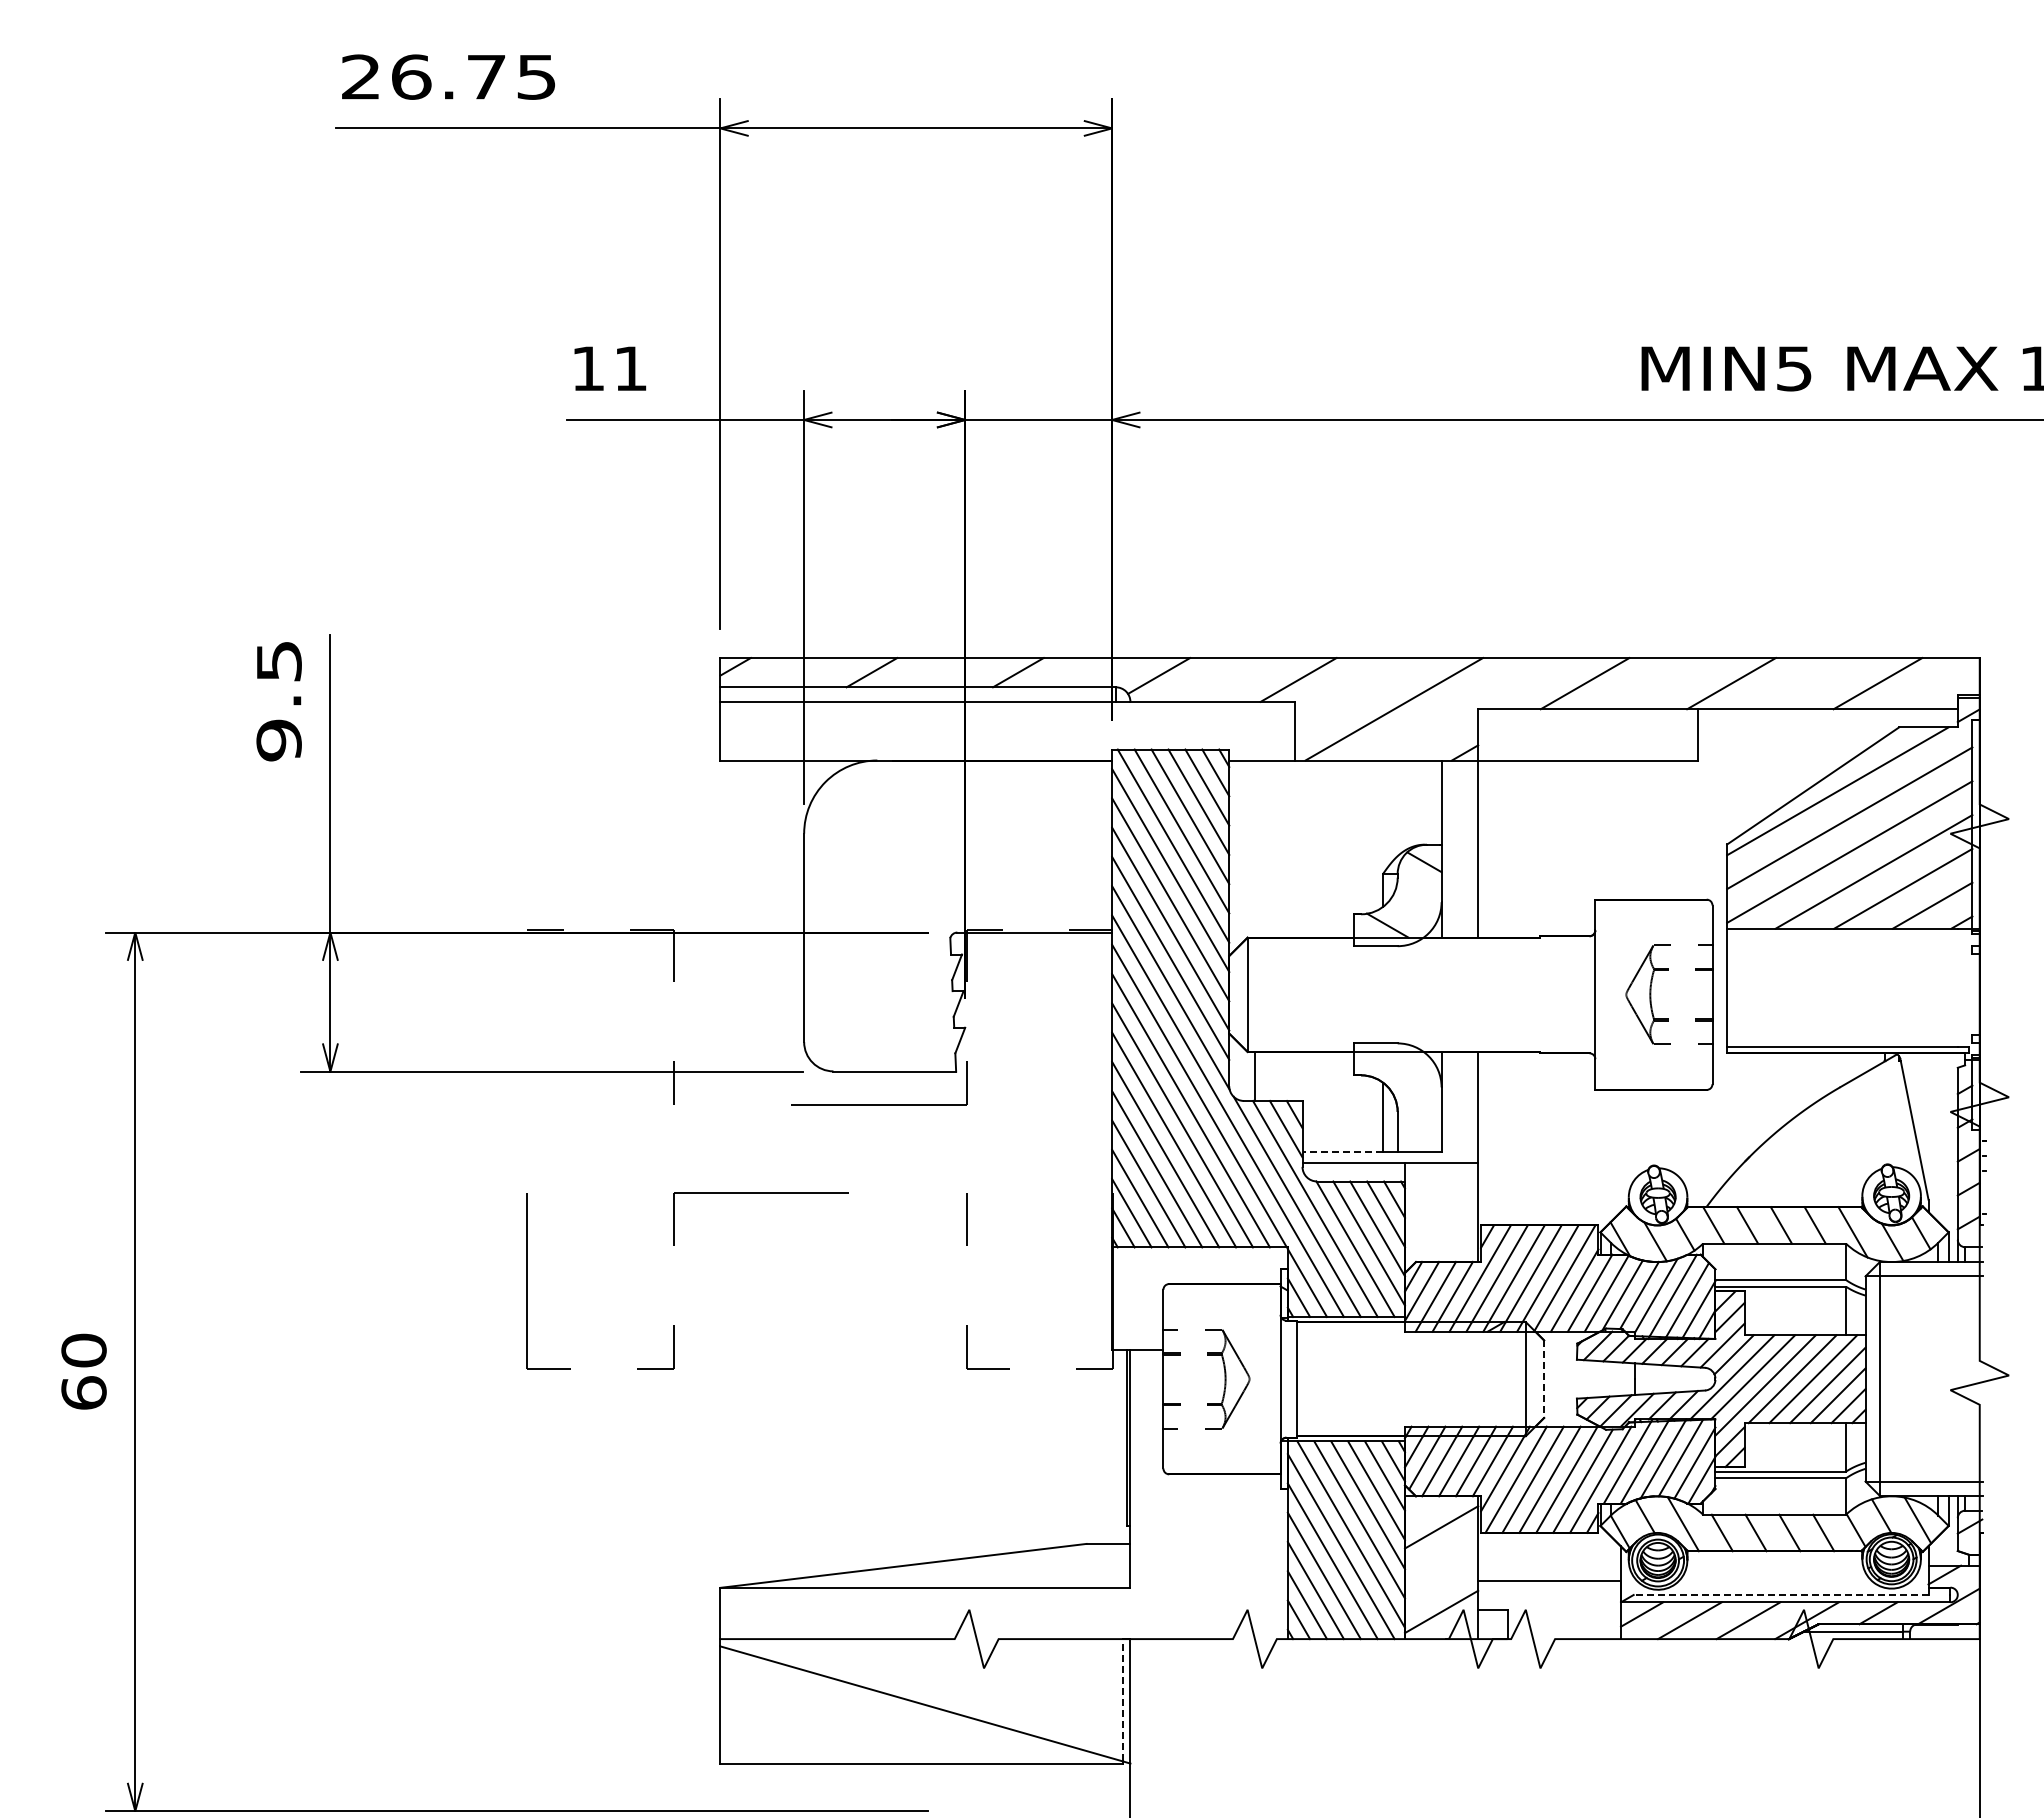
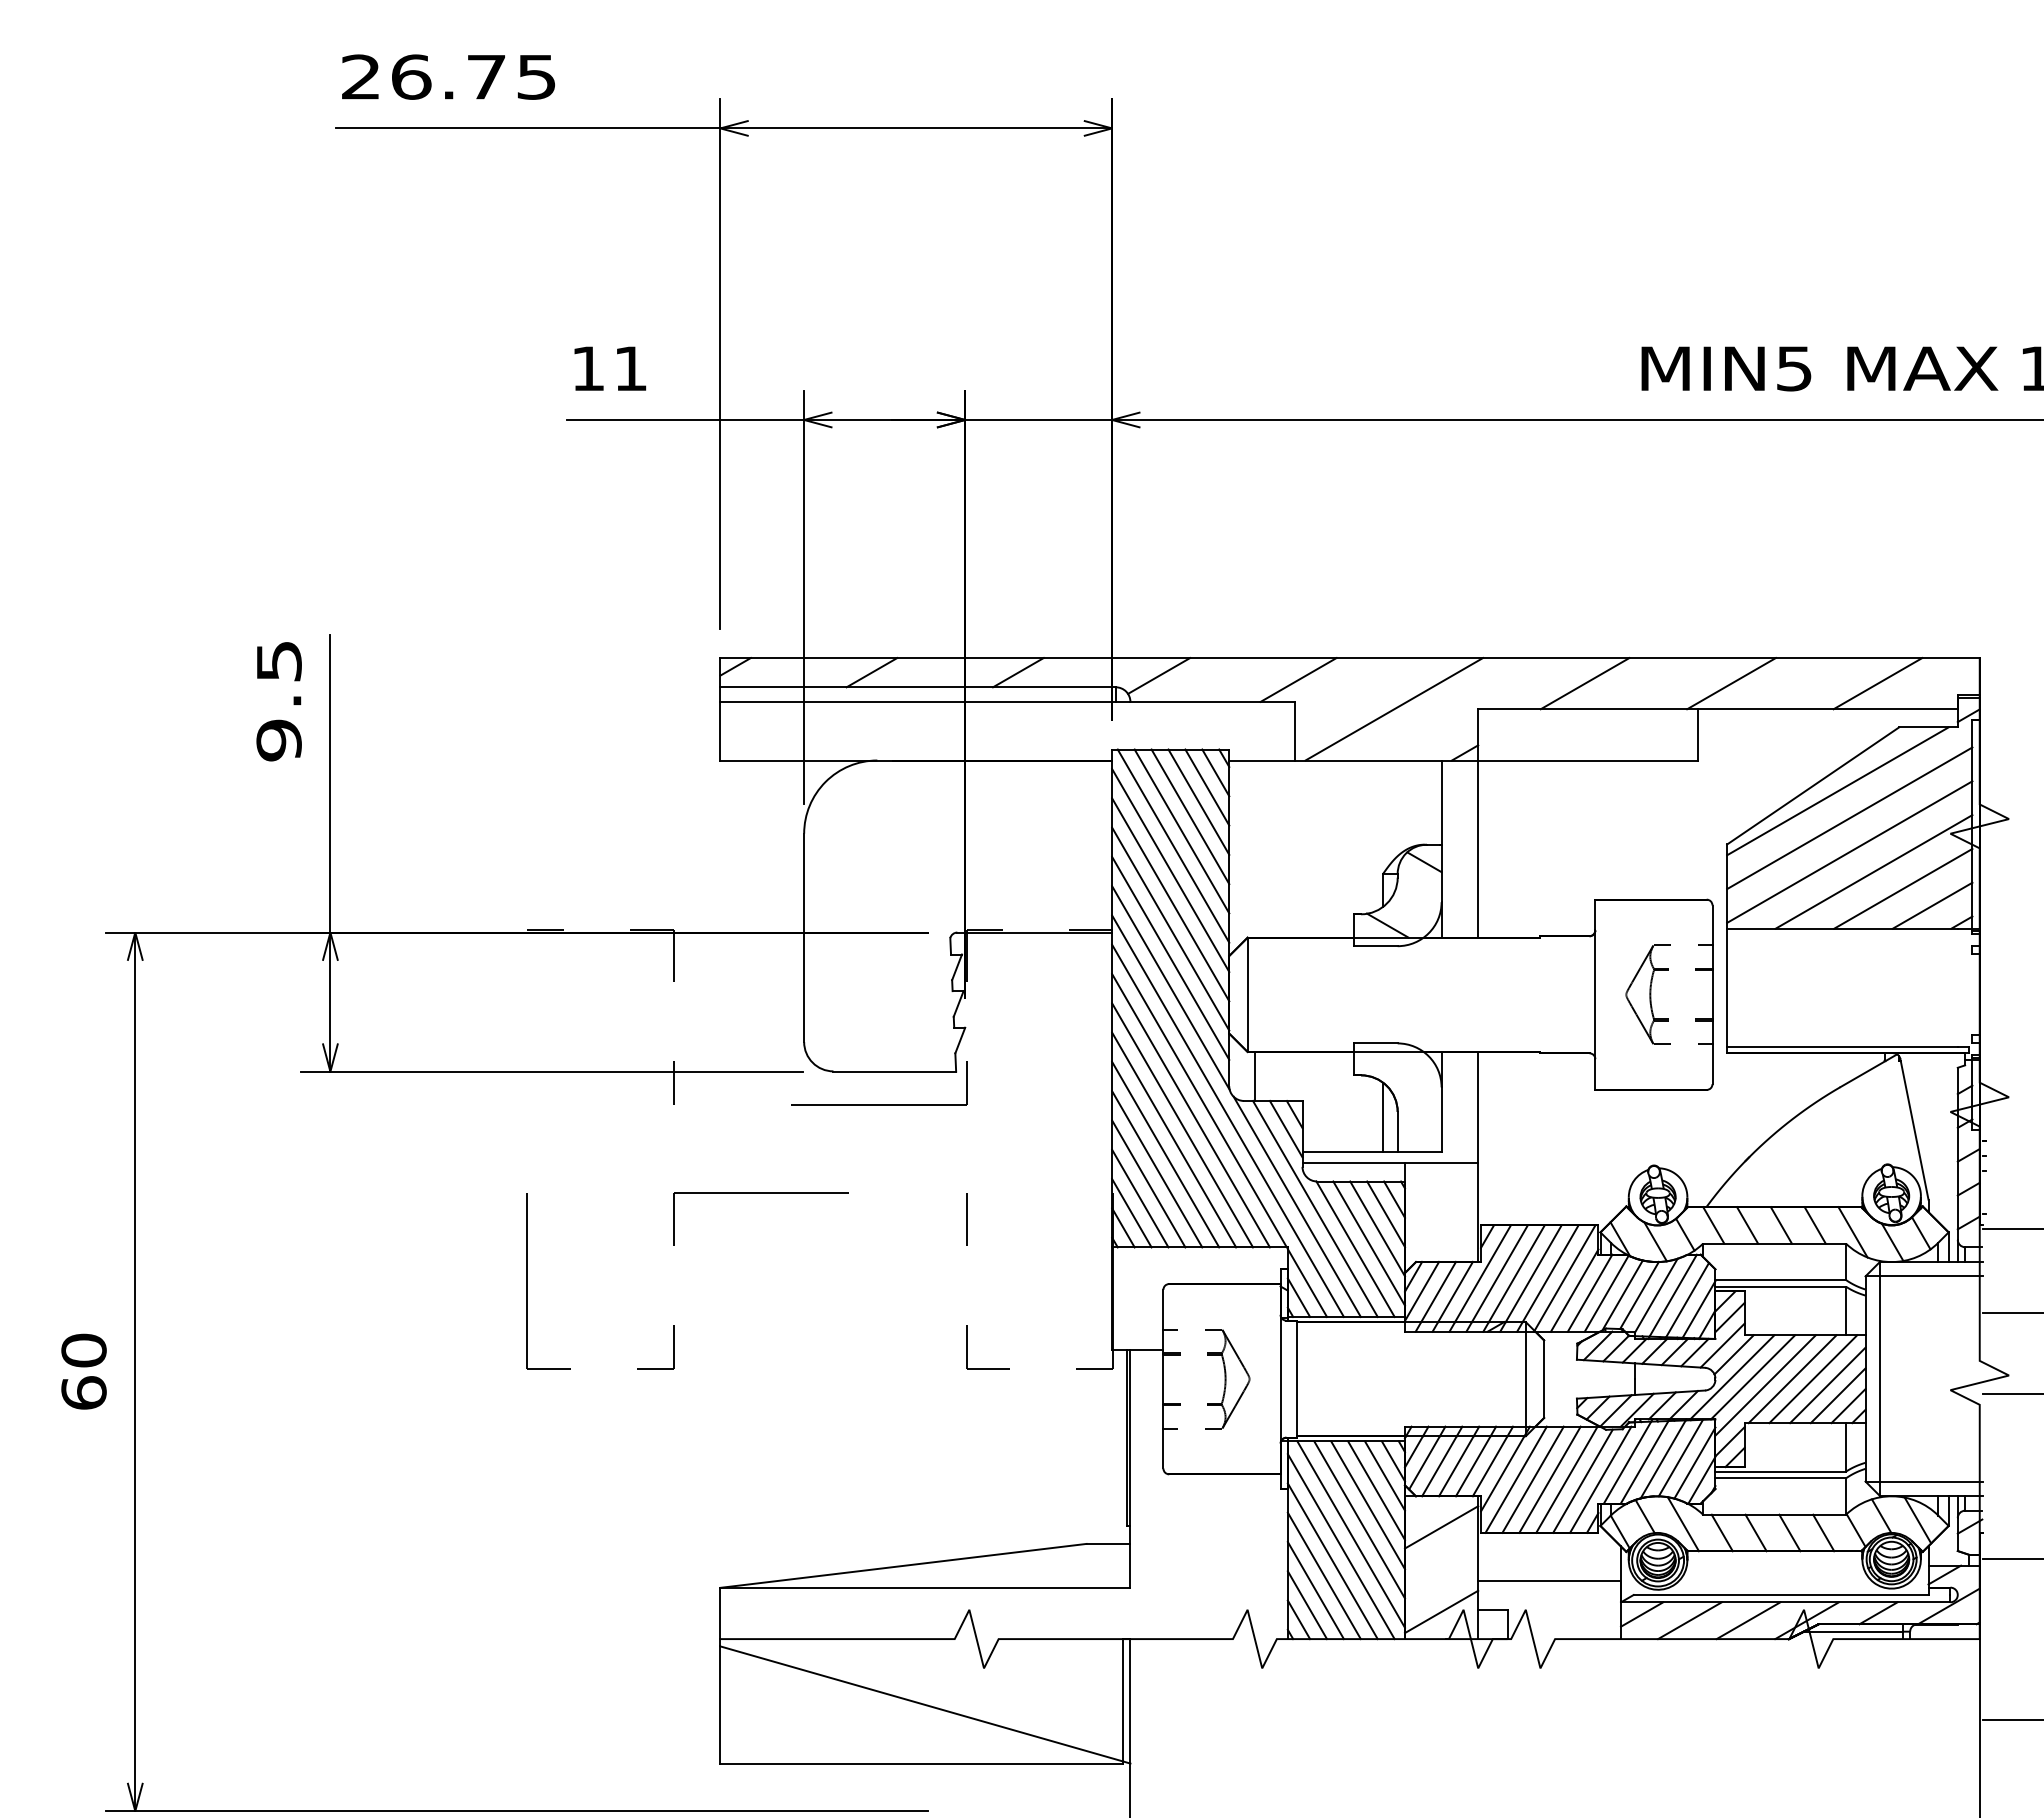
line at (1342, 1152): dashed -> solid
line at (2011, 1229): none -> present
line at (2011, 1313): none -> present
line at (1544, 1379): dashed -> solid
line at (2011, 1393): none -> present
line at (2011, 1558): none -> present
line at (1780, 1594): dashed -> solid
line at (1123, 1699): dashed -> solid
line at (2011, 1719): none -> present
